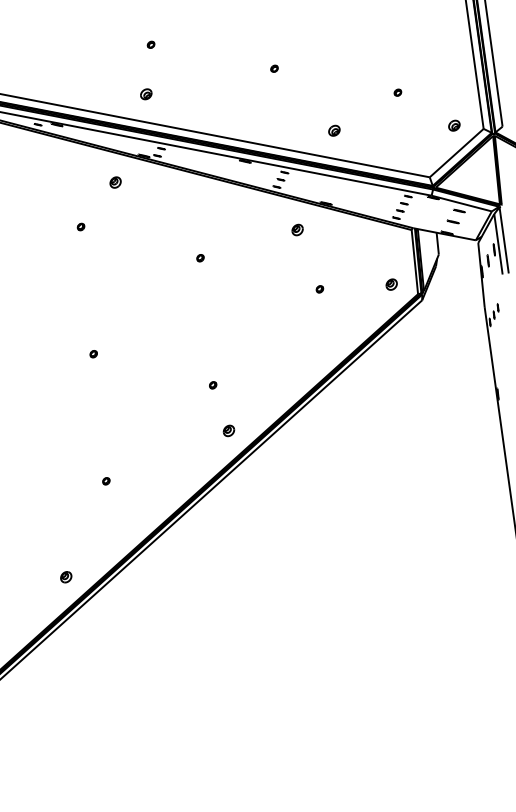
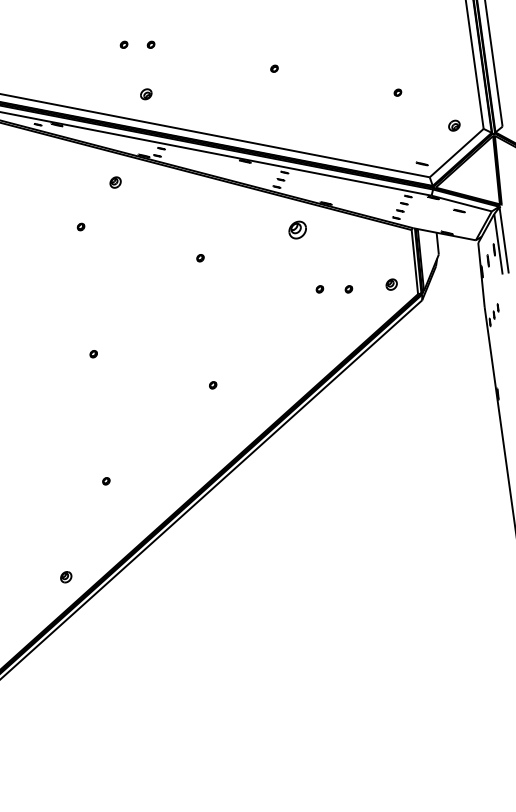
part at (123, 44): none -> present
part at (334, 130): present -> none
part at (452, 221) position: (452, 221) -> (421, 163)
part at (297, 229) size: 13x14 px -> 19x20 px
part at (348, 289): none -> present
part at (228, 430): present -> none
